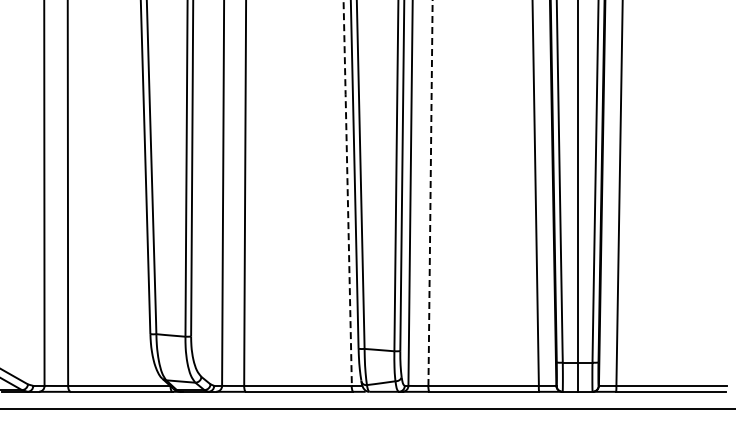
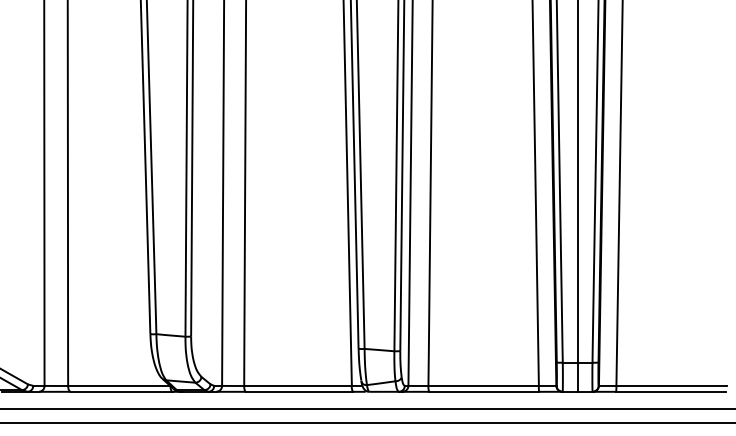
line at (347, 192): dashed -> solid
line at (430, 194): dashed -> solid
line at (367, 423): none -> present
